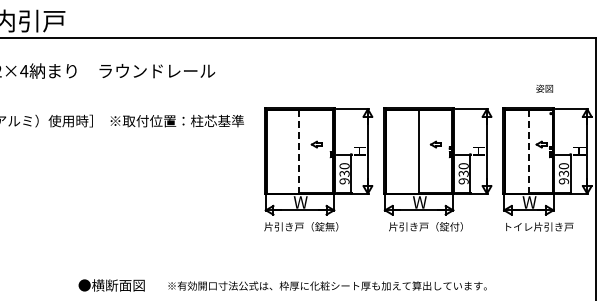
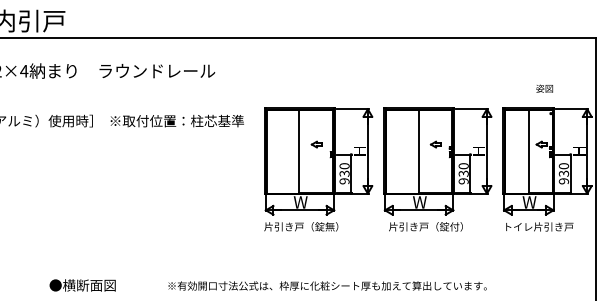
line at (299, 151): dashed -> solid
line at (528, 151): dashed -> solid
text at (111, 285) position: (111, 285) -> (82, 285)
